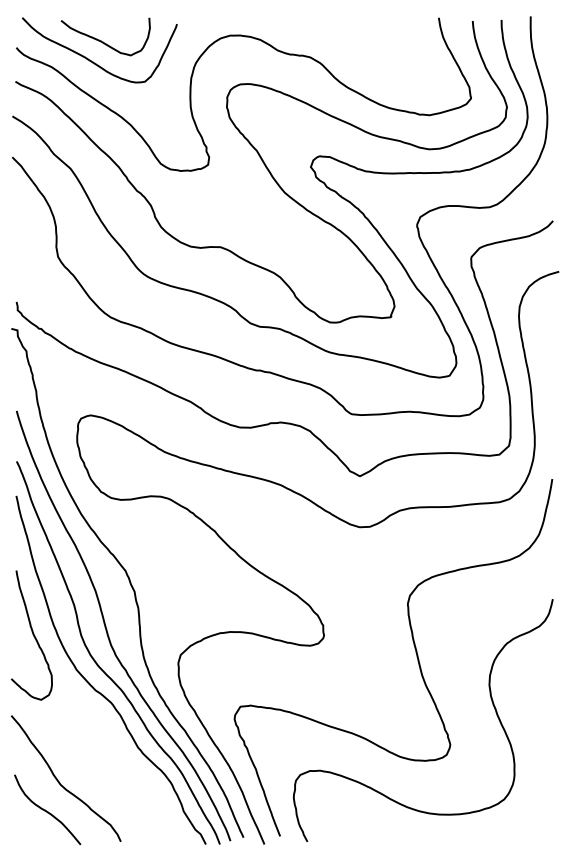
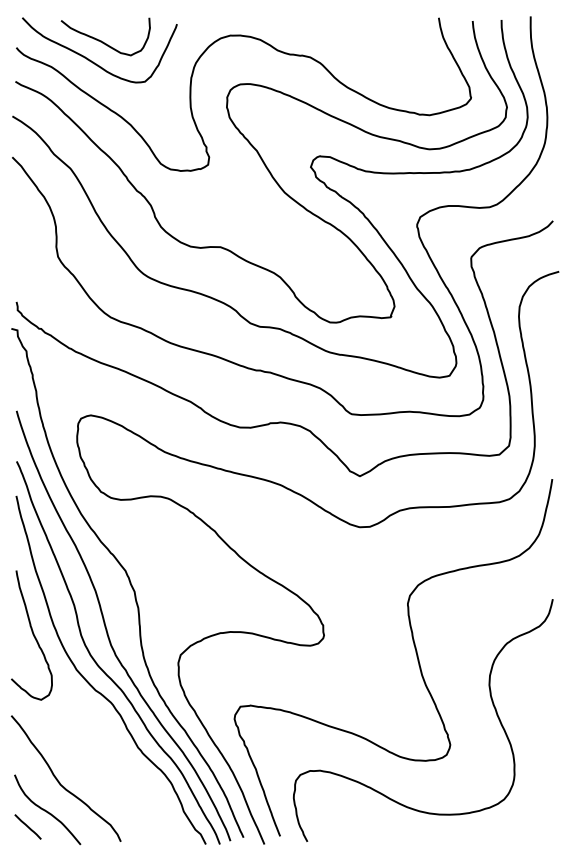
line at (27, 826): none -> present
